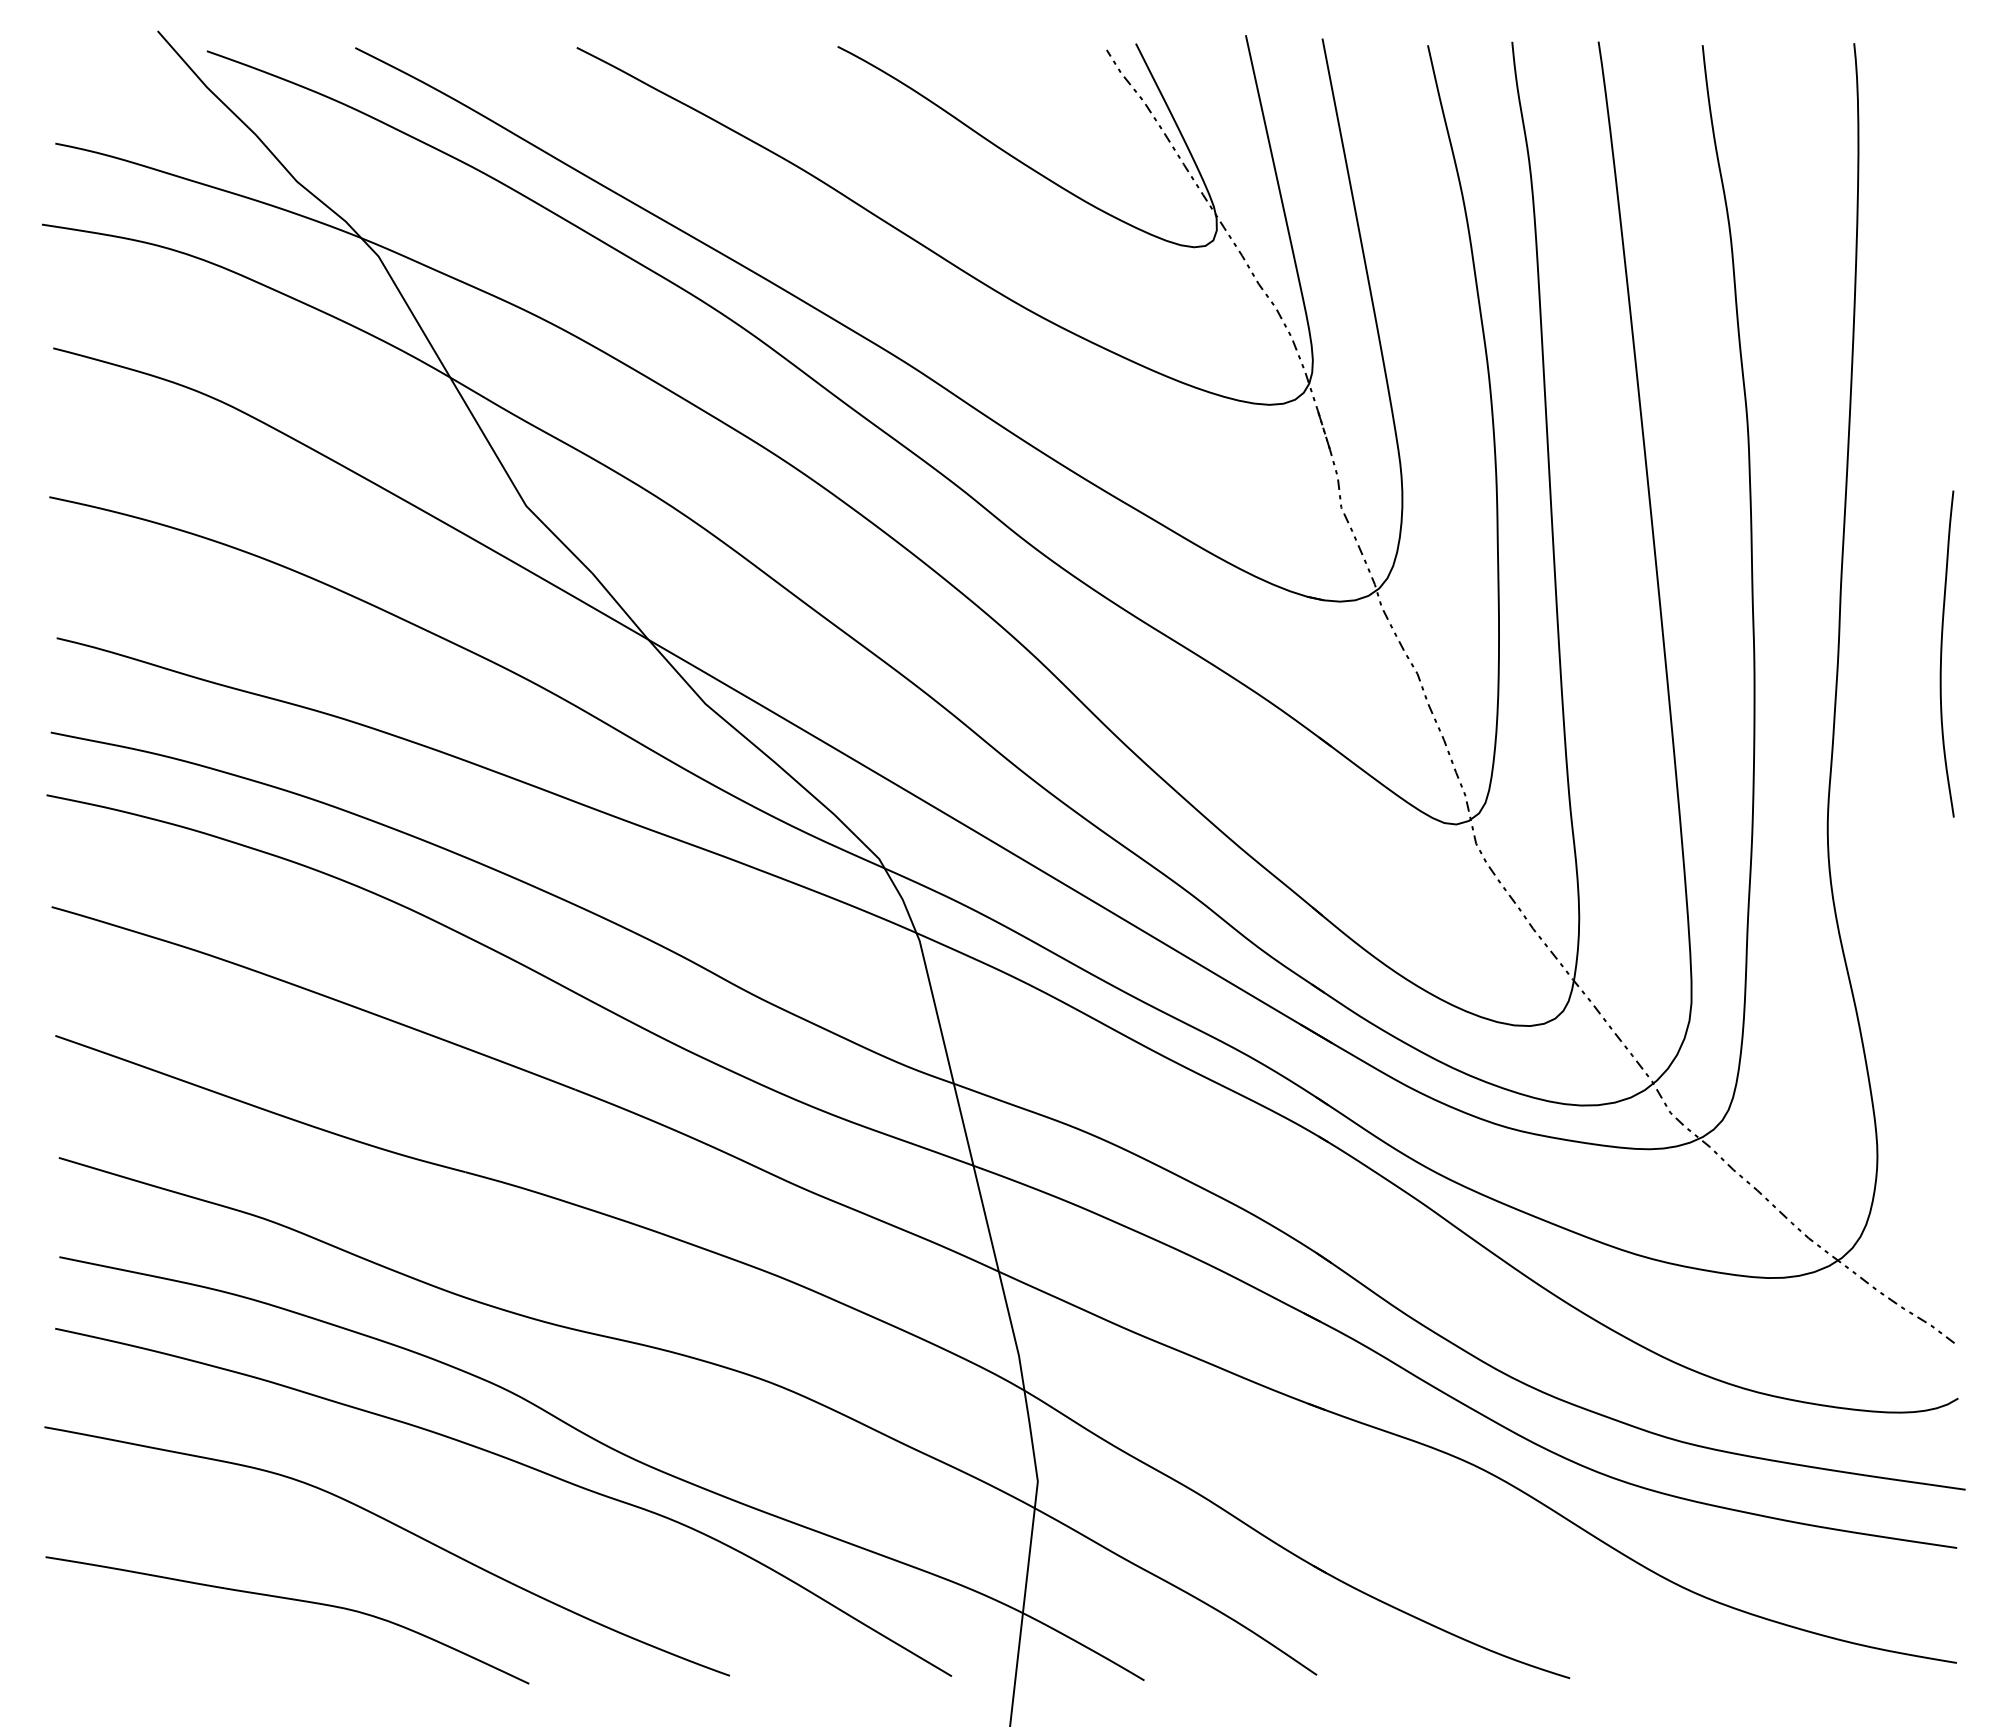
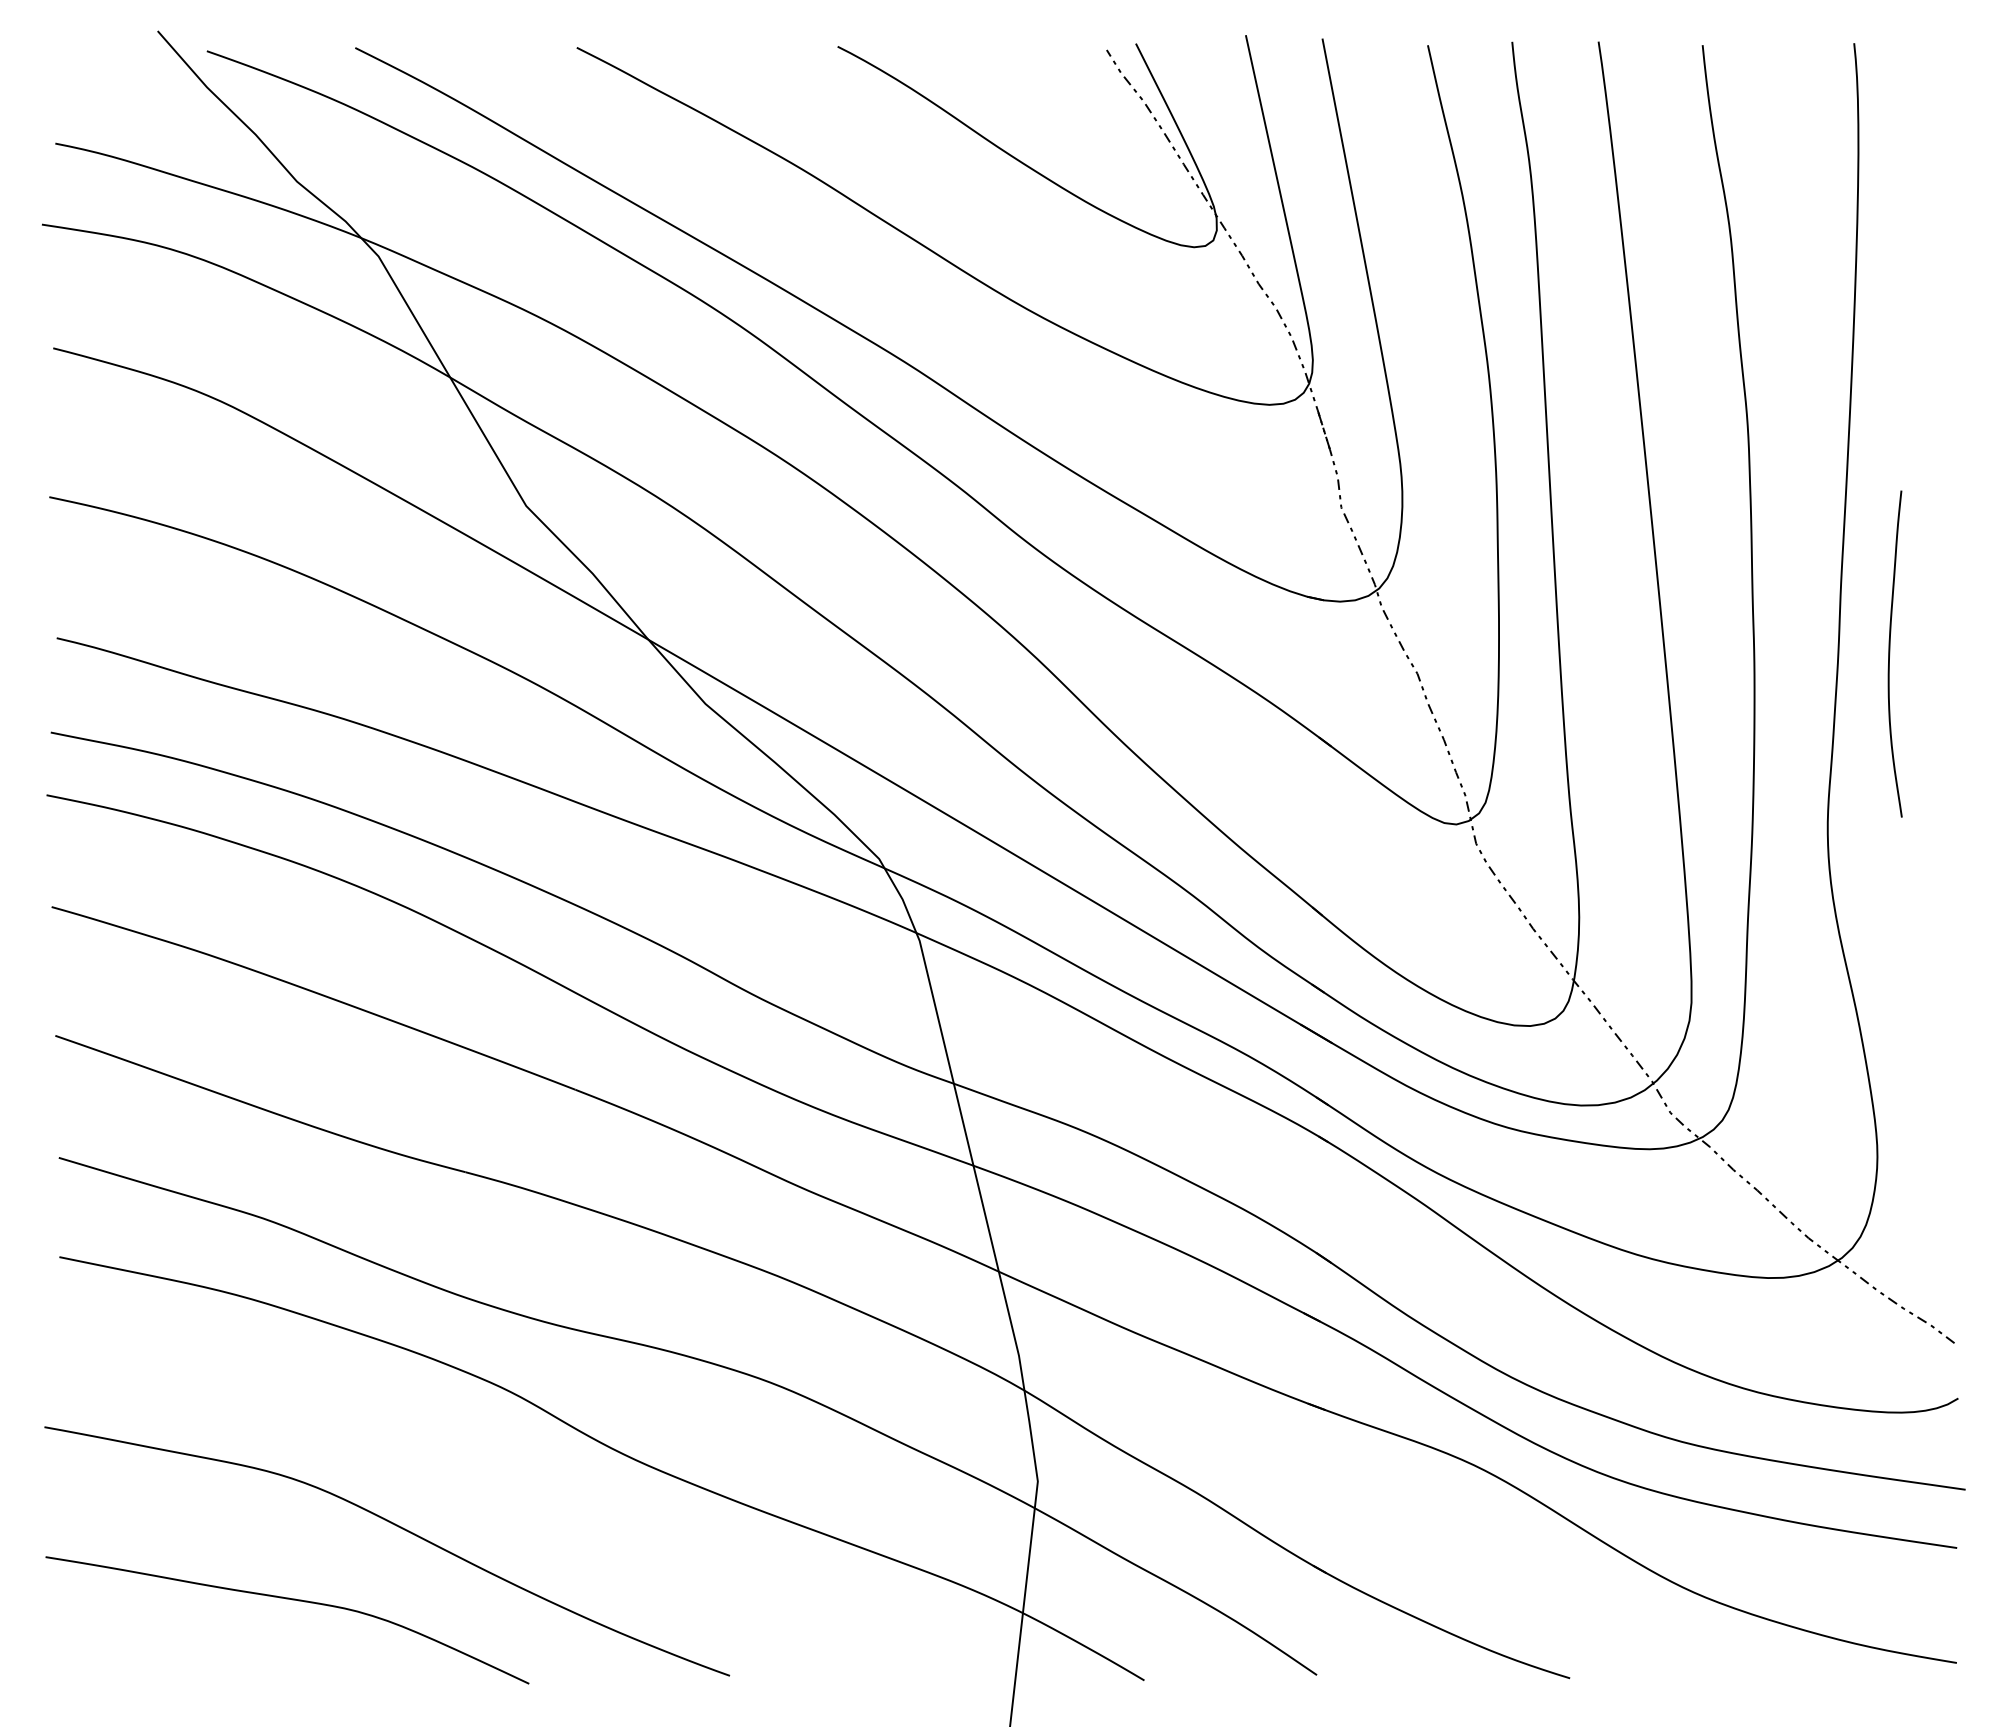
curve at (1942, 653) position: (1942, 653) -> (1890, 653)
curve at (519, 1464): present -> none
